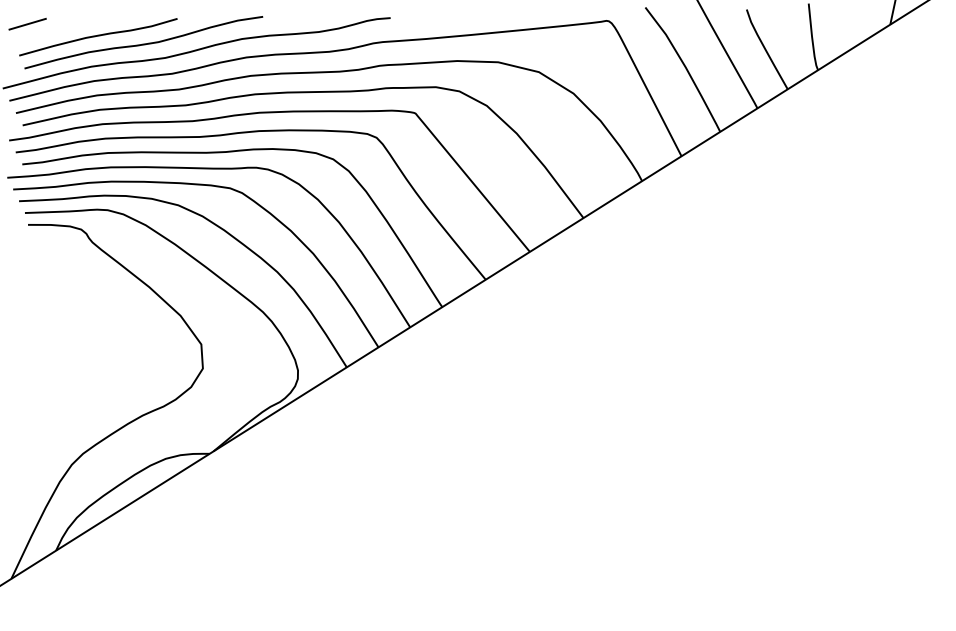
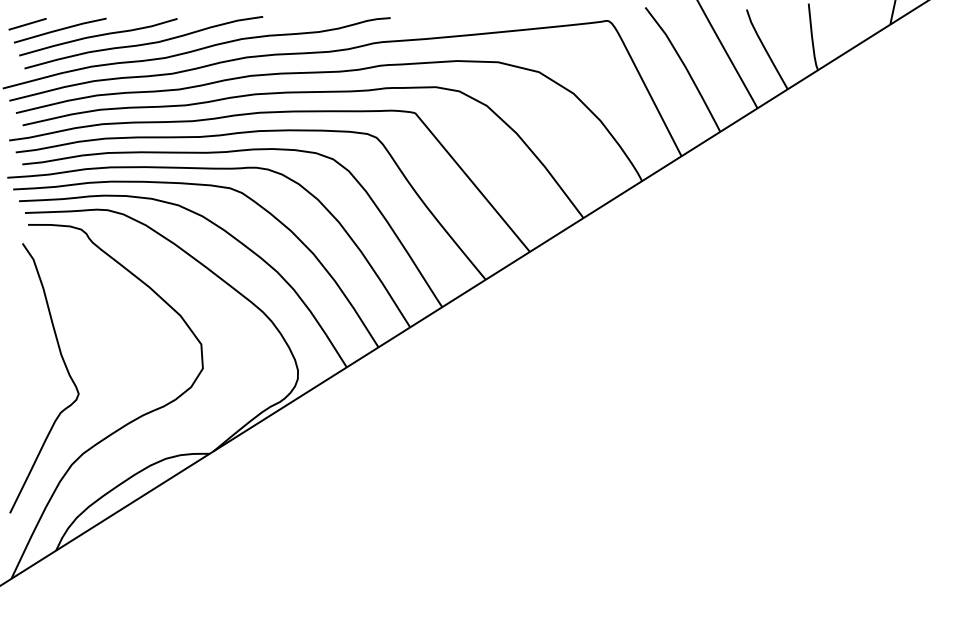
line at (59, 30): none -> present
curve at (65, 368): none -> present
